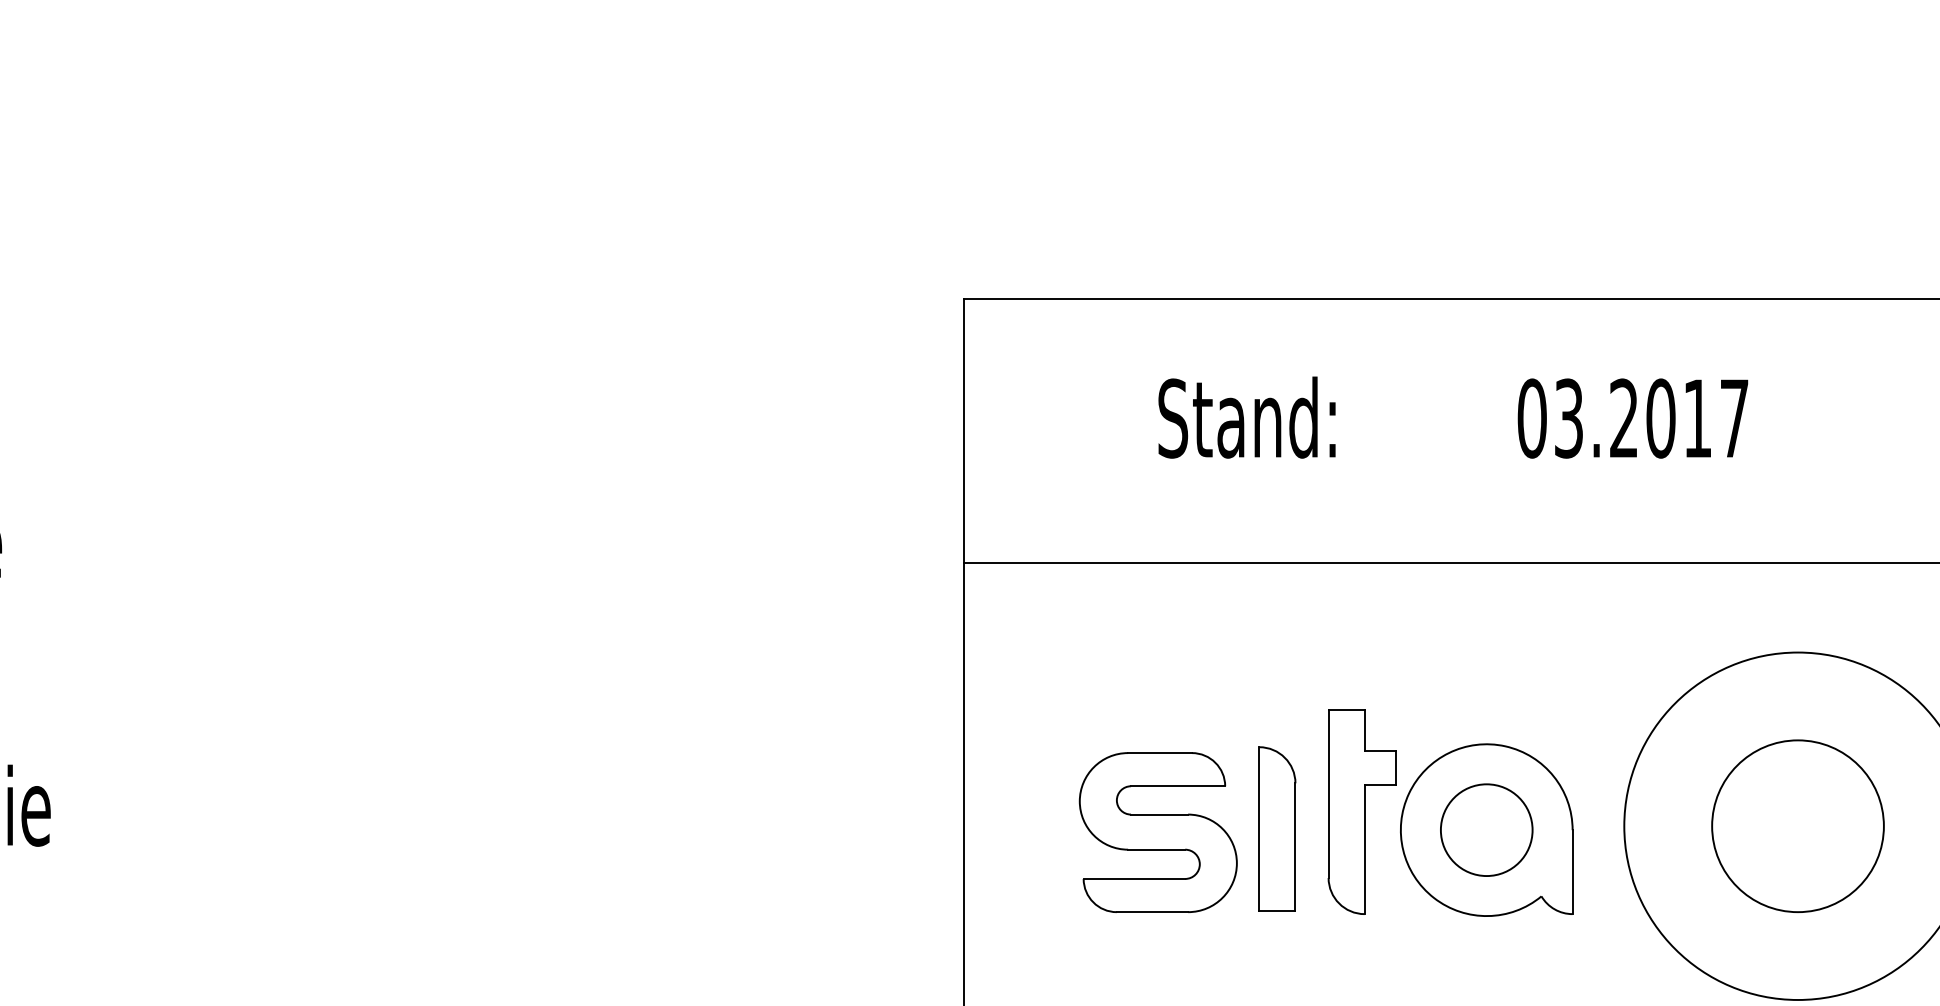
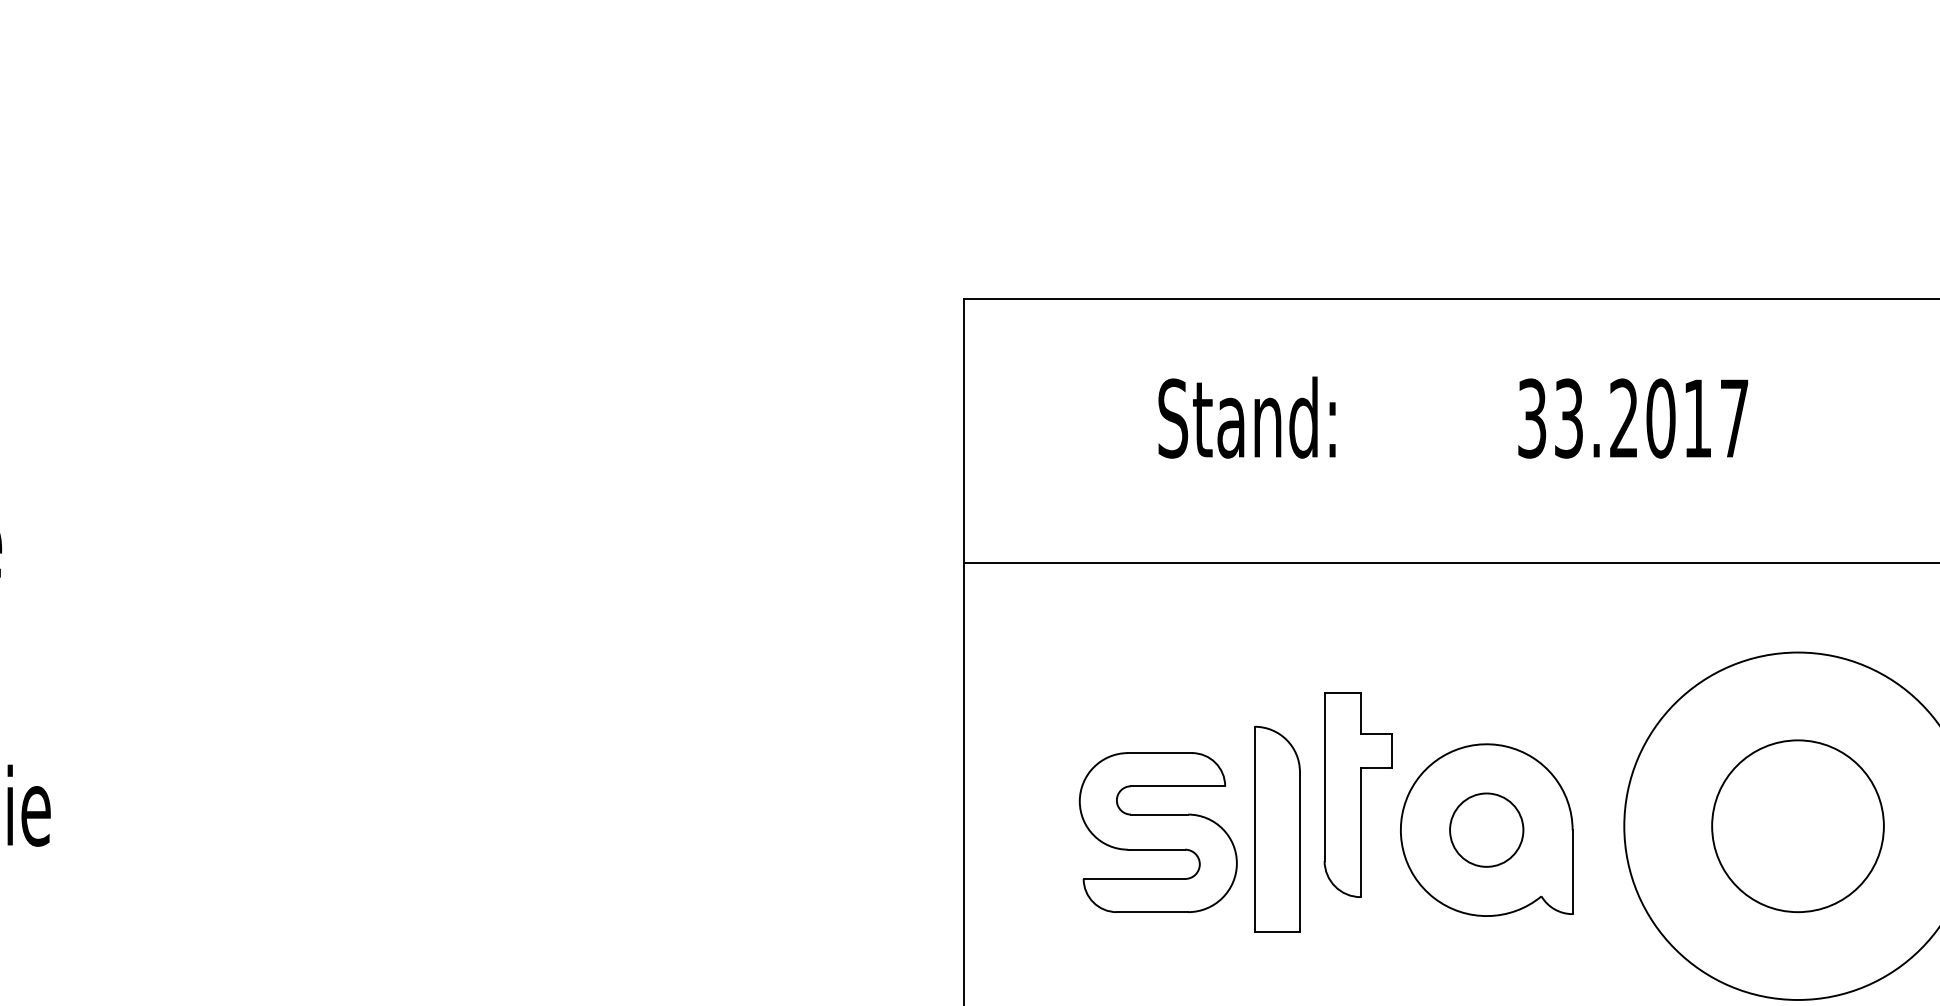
text at (1531, 418): 03.2017 -> 33.2017
part at (1361, 811) position: (1361, 811) -> (1357, 794)
part at (1277, 828) size: 39x166 px -> 47x208 px
circle at (1486, 830) diameter: 92 px -> 73 px
